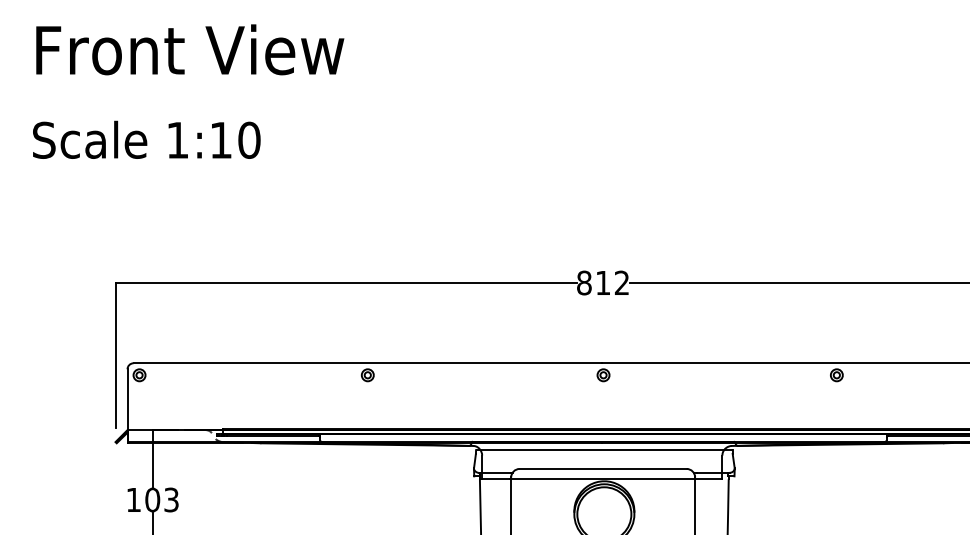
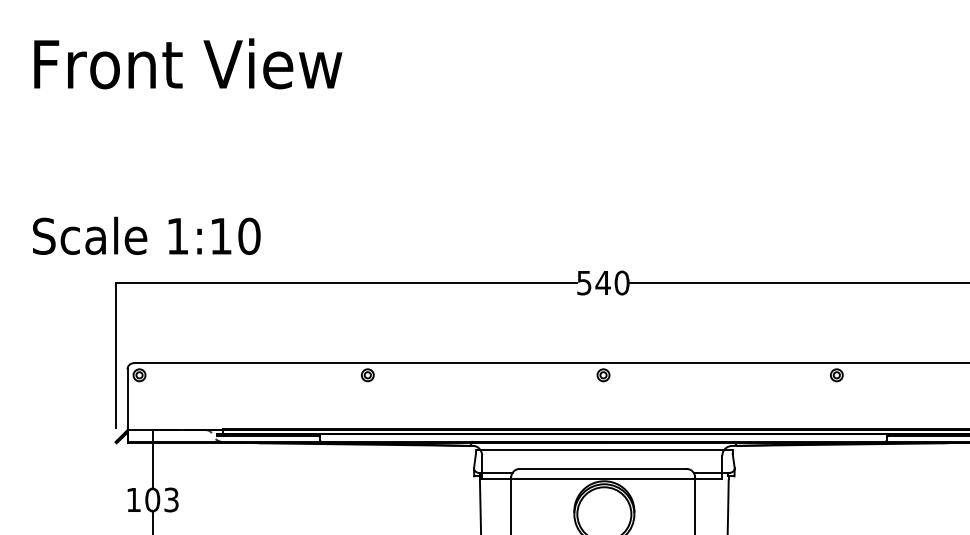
text at (190, 49) position: (190, 49) -> (188, 63)
text at (146, 139) position: (146, 139) -> (146, 235)
text at (603, 282): 812 -> 540
